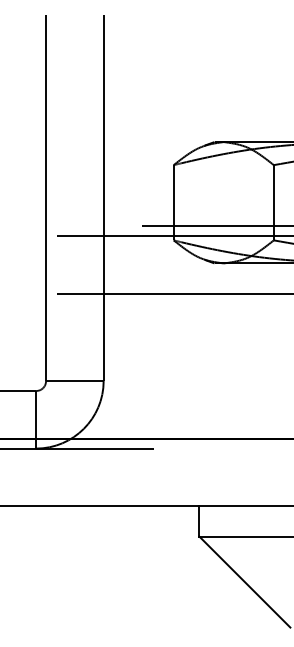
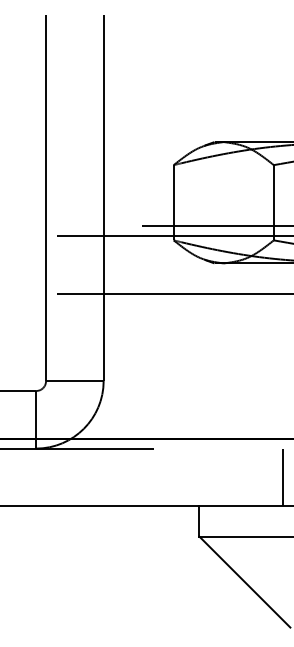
line at (283, 477): none -> present
